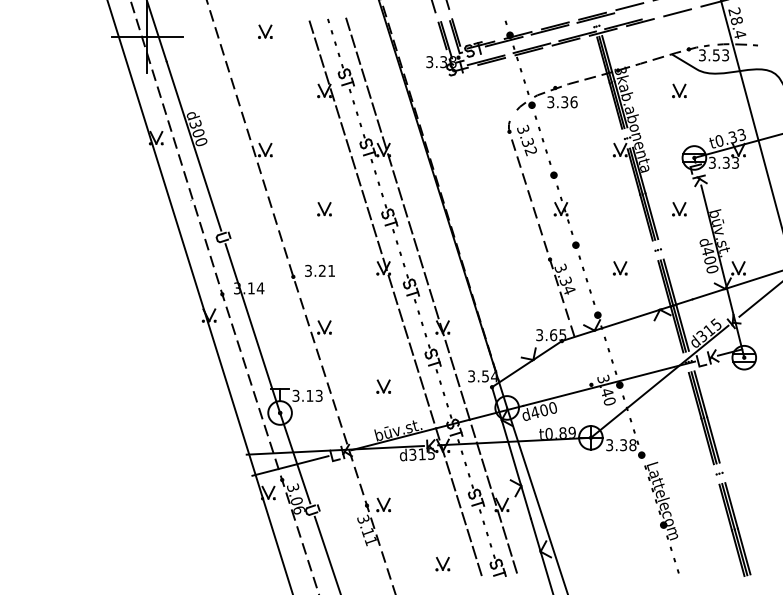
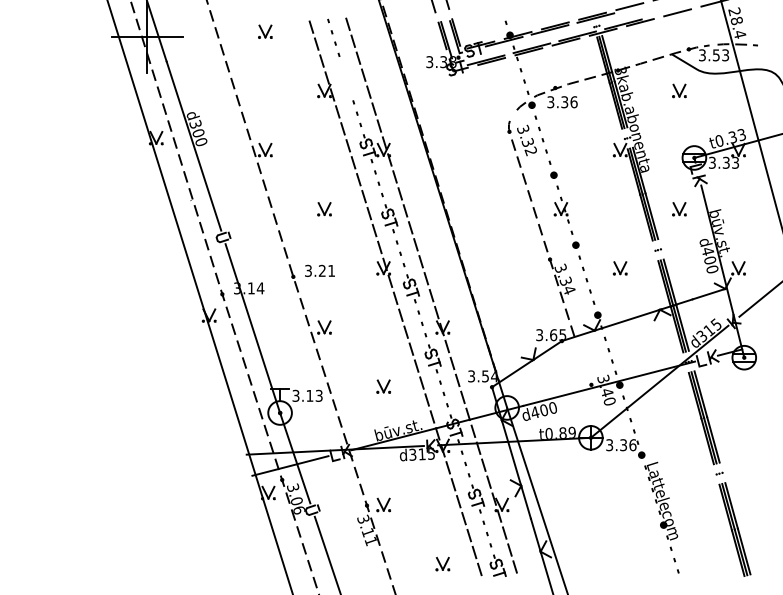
part at (345, 78): present -> none
line at (752, 279): present -> none
text at (632, 444): 3.38 -> 3.36
